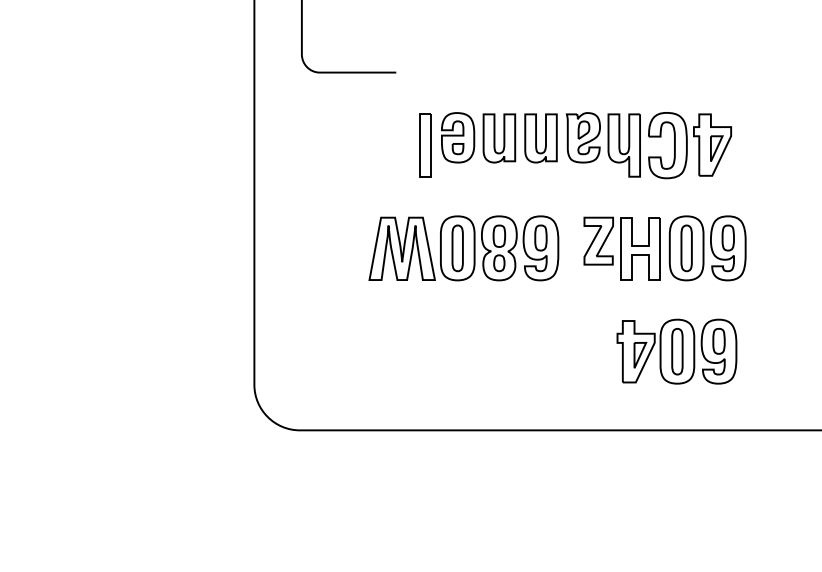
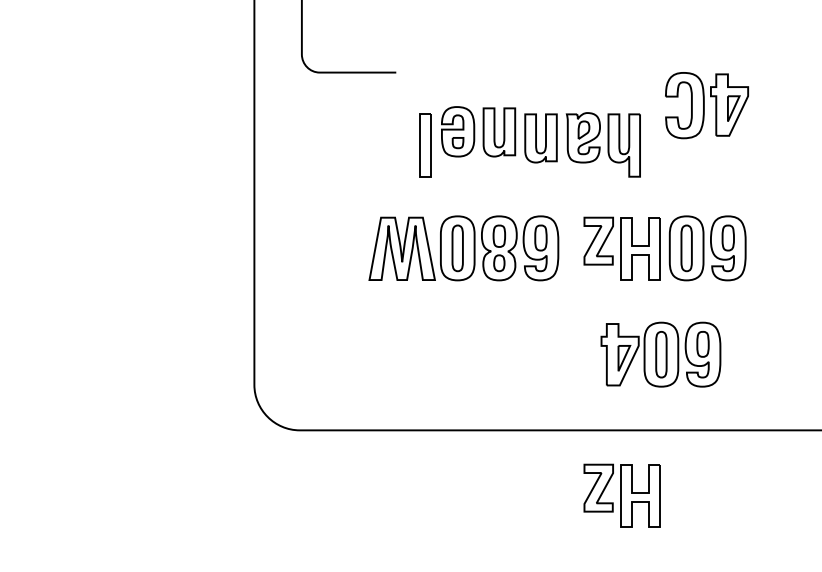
part at (478, 137) position: (478, 137) -> (478, 131)
part at (689, 145) position: (689, 145) -> (706, 105)
part at (676, 351) position: (676, 351) -> (660, 354)
part at (621, 495): none -> present
